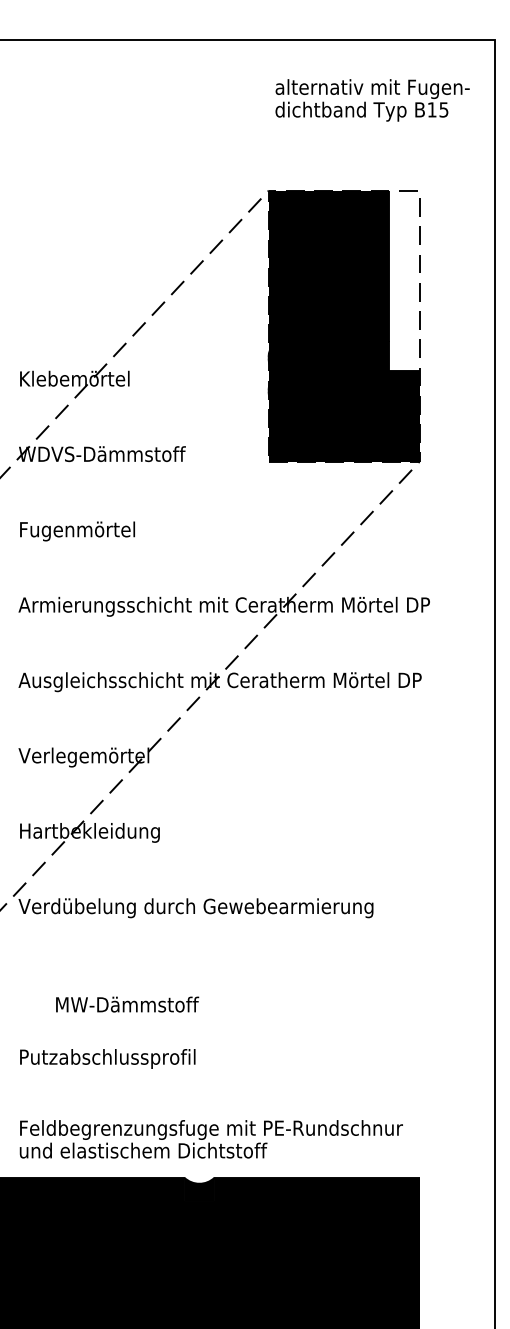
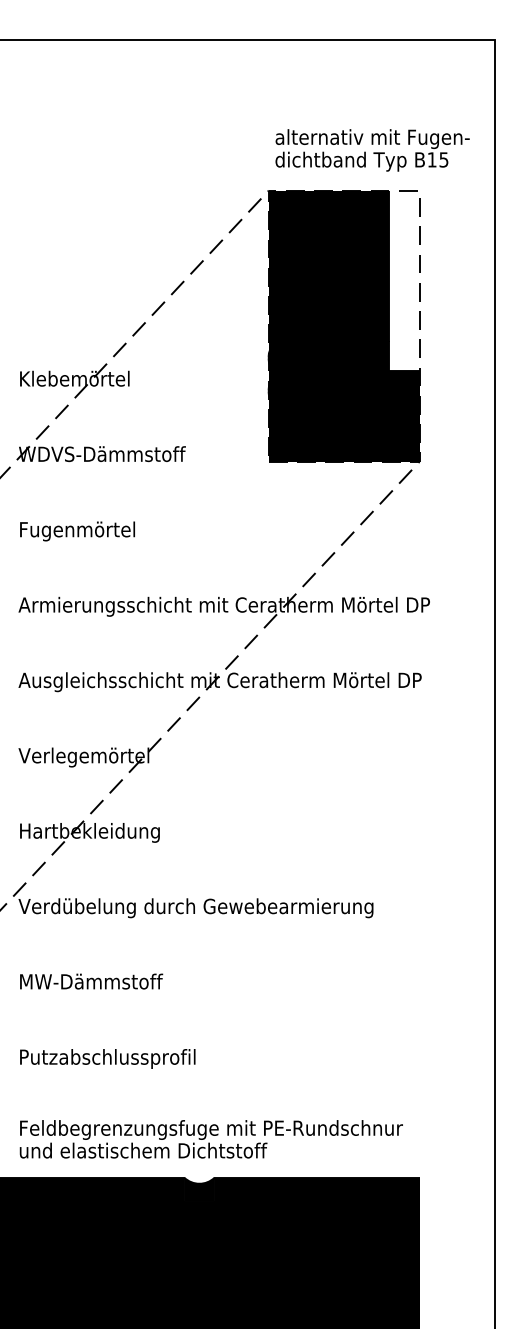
text at (372, 100) position: (372, 100) -> (372, 150)
text at (127, 1004) position: (127, 1004) -> (91, 981)
